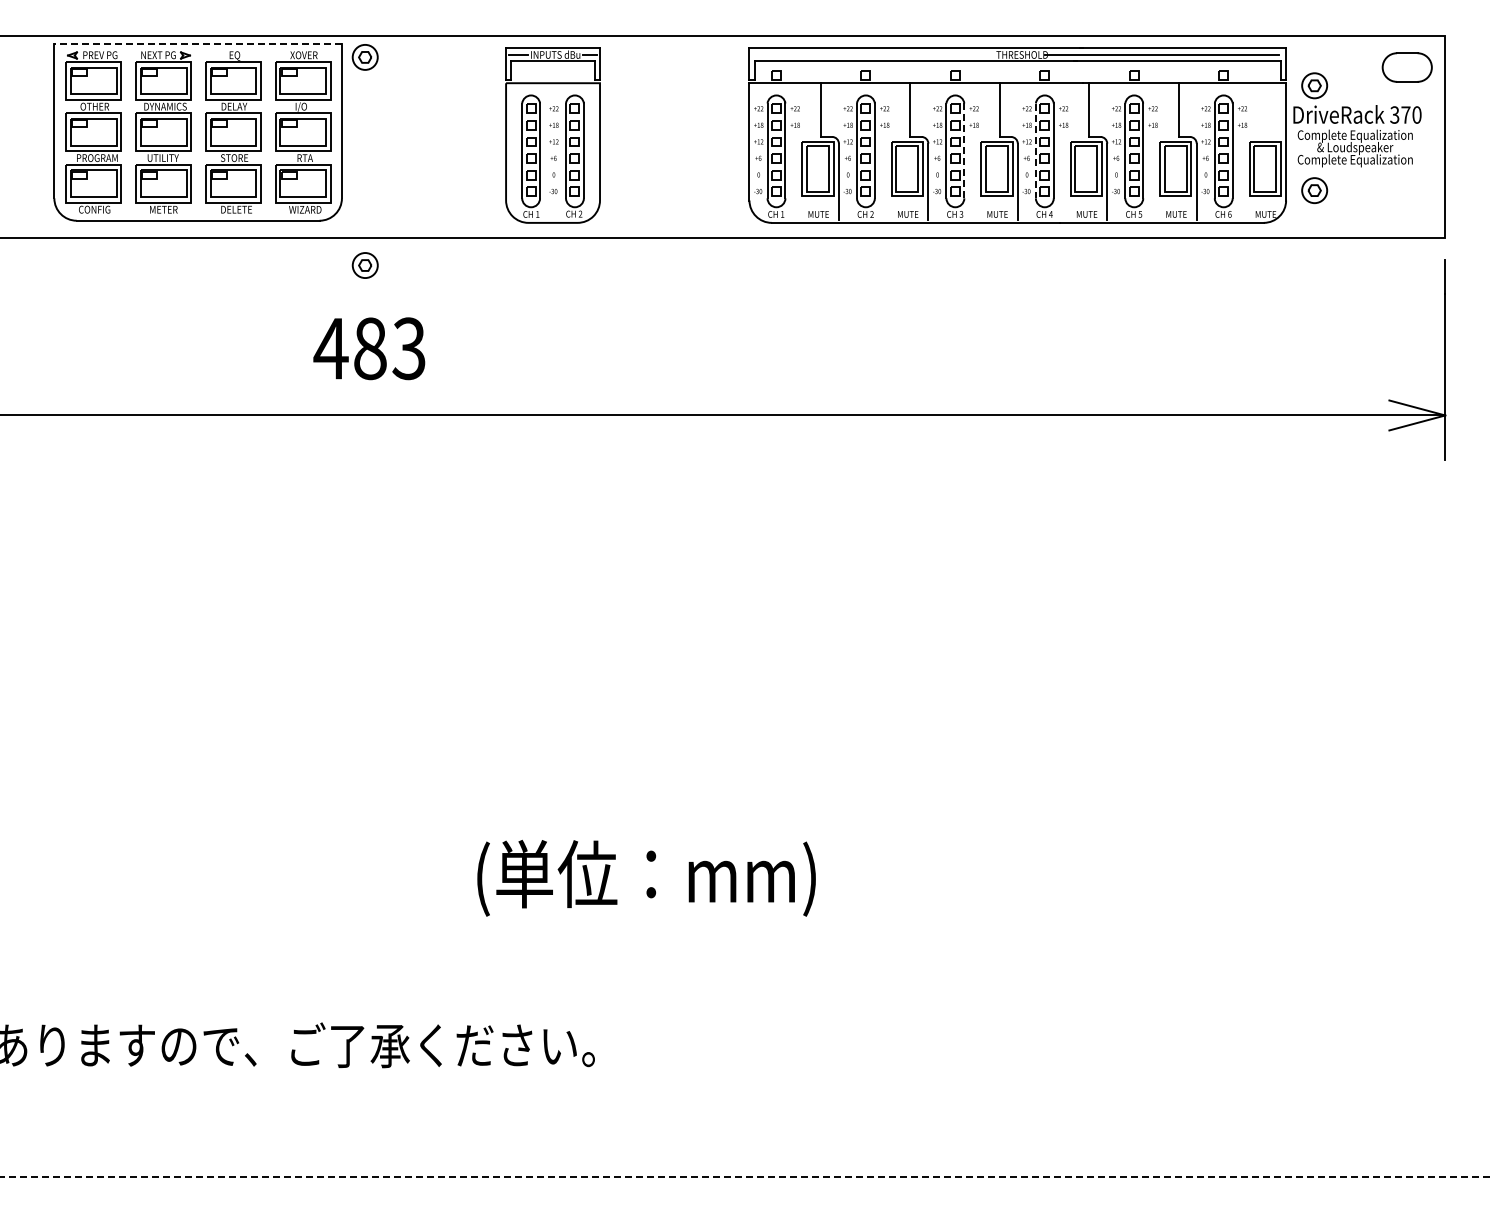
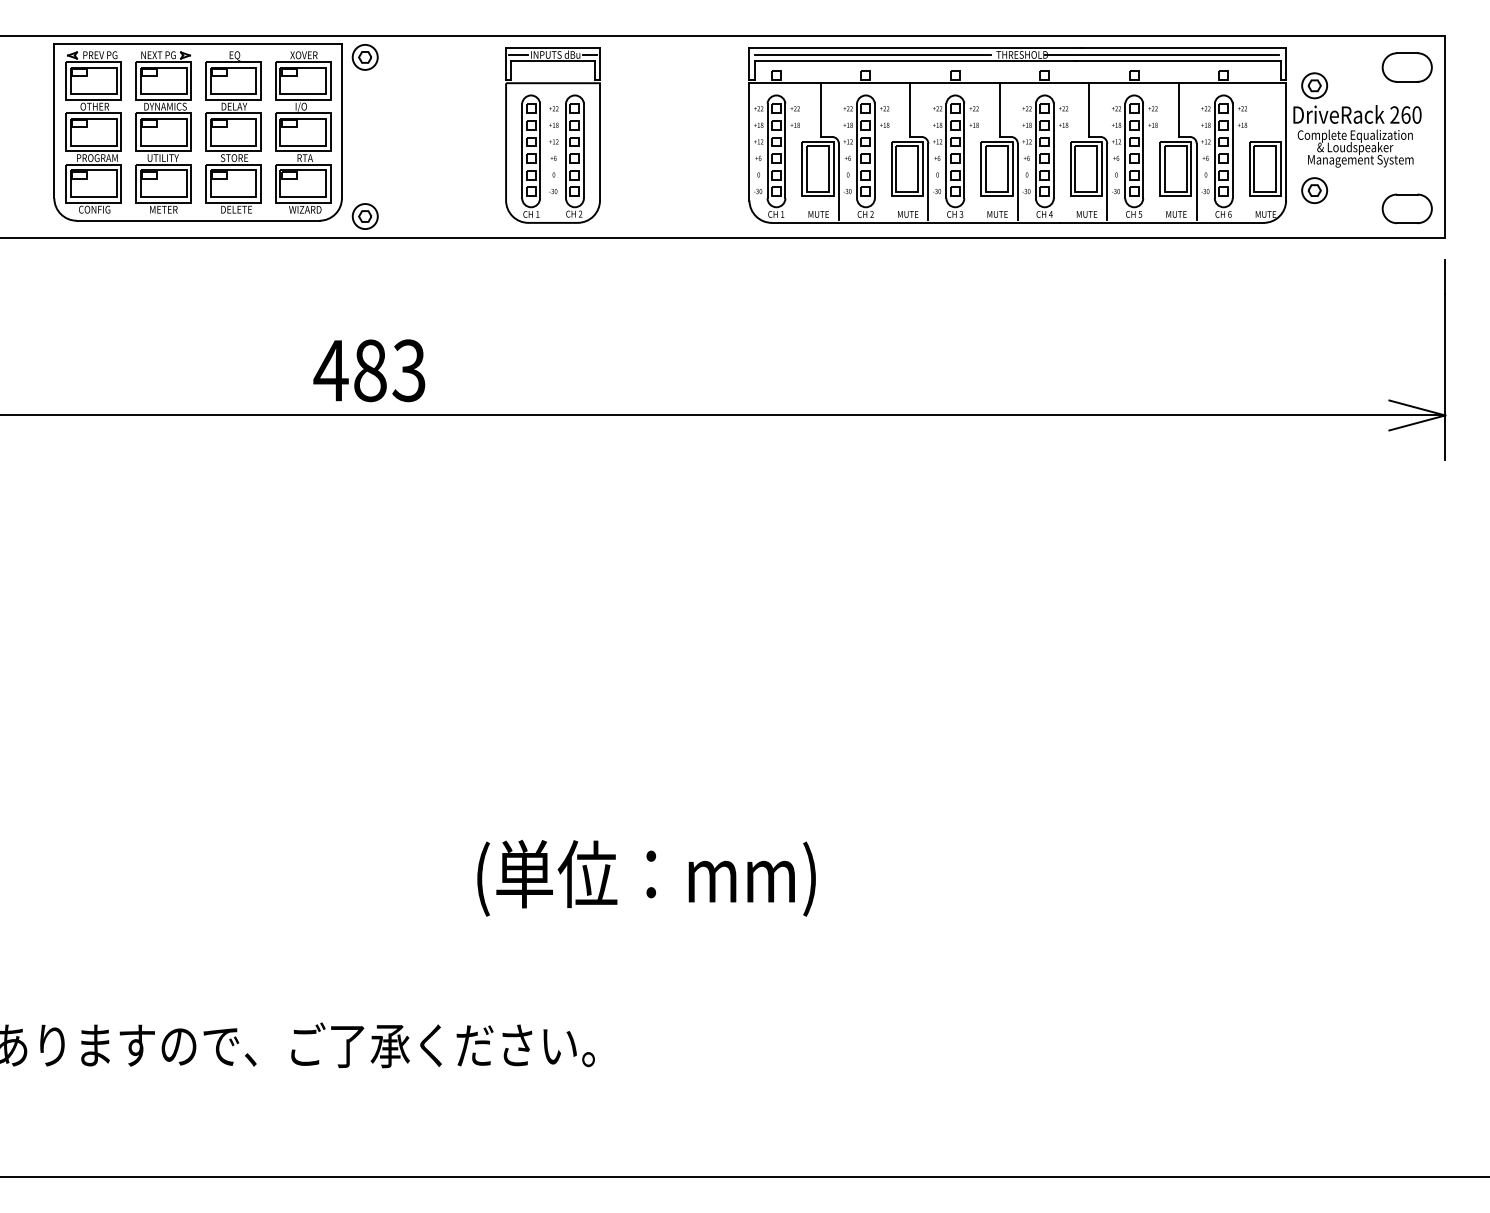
line at (198, 44): dashed -> solid
line at (872, 54): none -> present
text at (1400, 114): 370 -> 260
line at (964, 150): dashed -> solid
line at (1035, 151): dashed -> solid
text at (1355, 160): Complete Equalization -> Management System
part at (1406, 208): none -> present
part at (364, 265) position: (364, 265) -> (364, 216)
text at (369, 348) position: (369, 348) -> (369, 370)
line at (744, 1176): dashed -> solid
